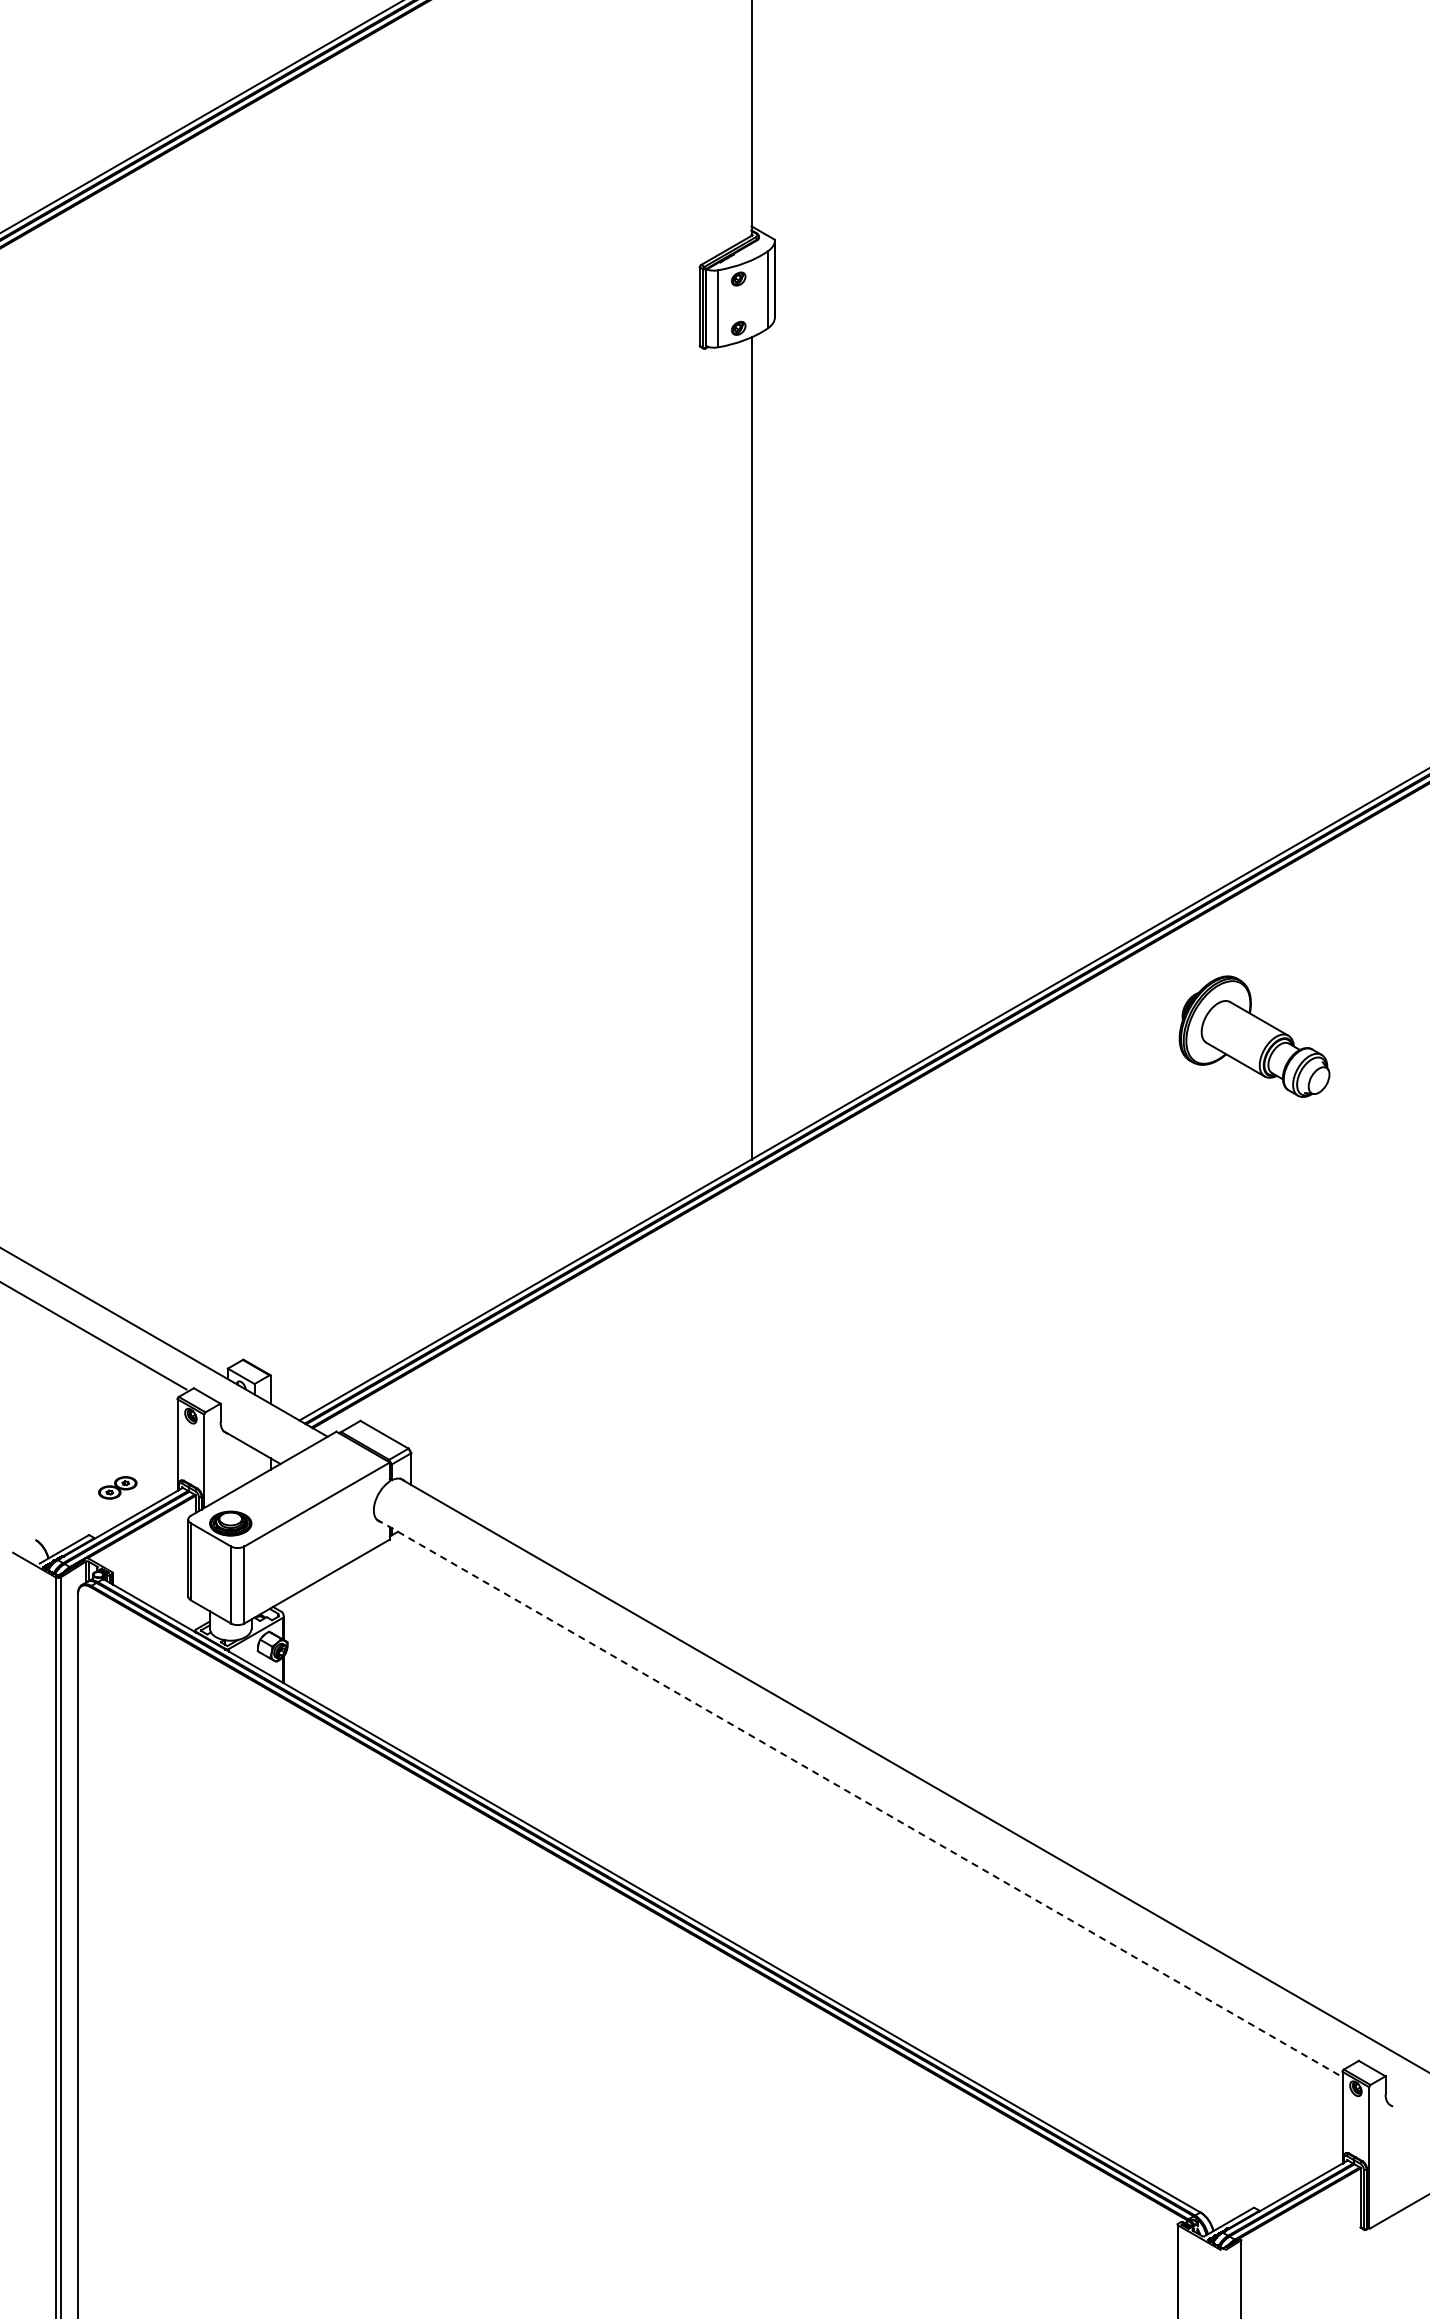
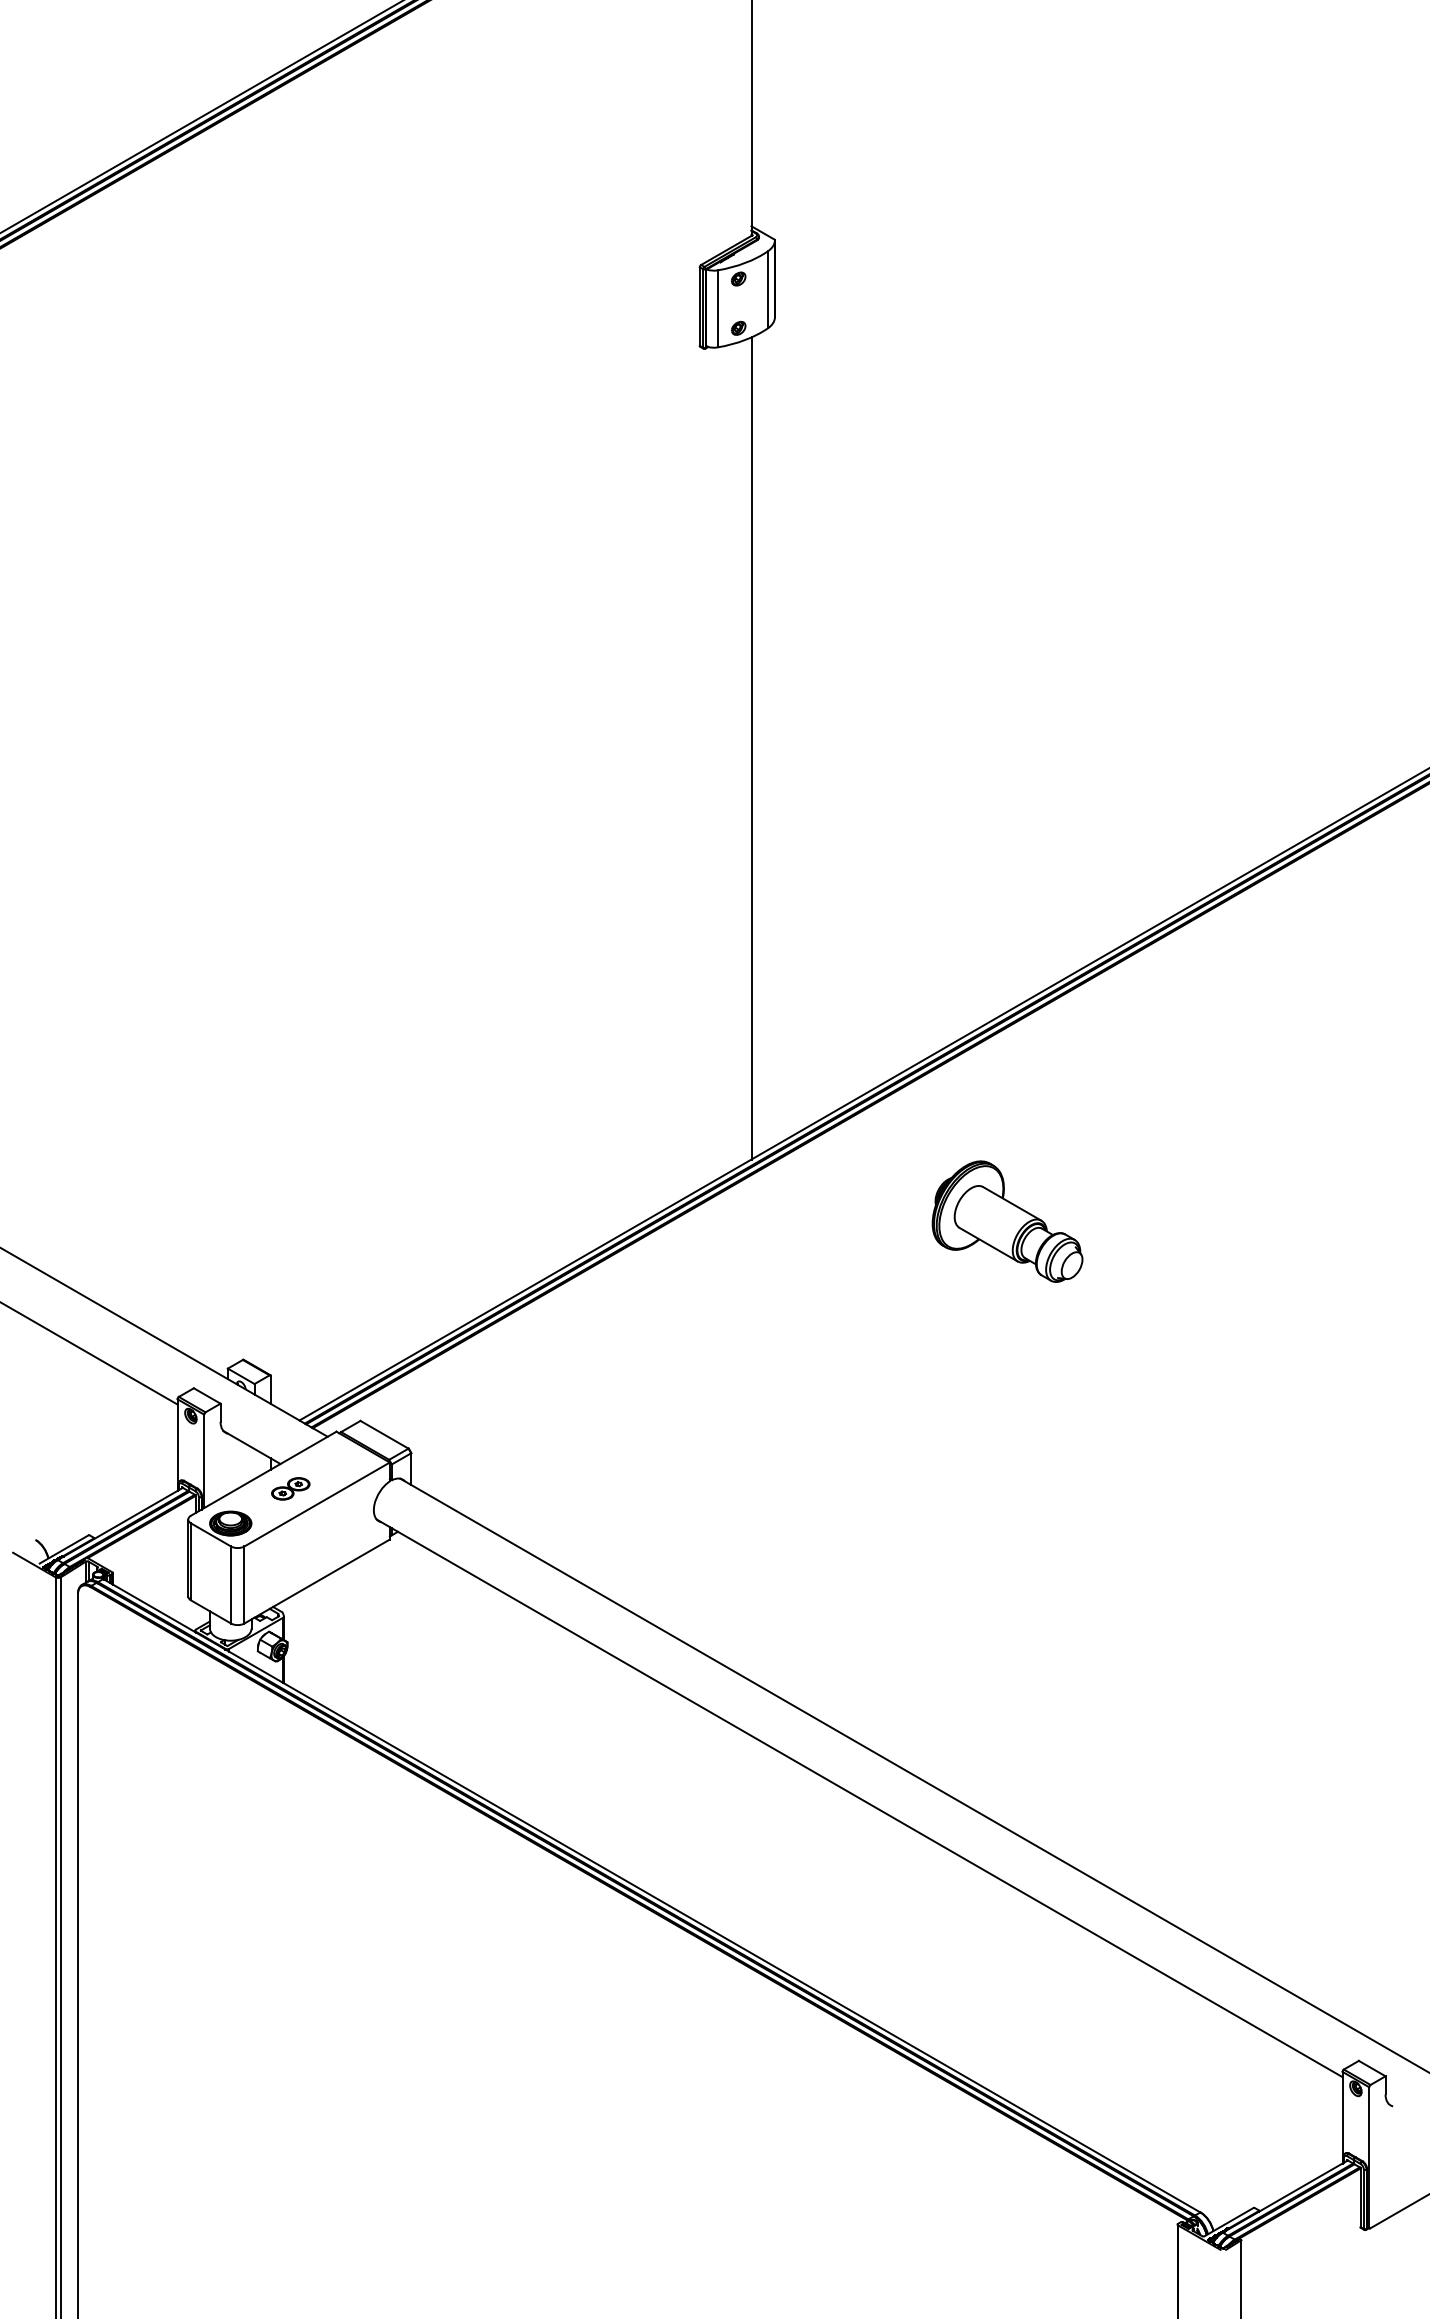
part at (1254, 1036) position: (1254, 1036) -> (1007, 1221)
line at (94, 1336) position: (94, 1336) -> (89, 1353)
part at (117, 1487) position: (117, 1487) -> (290, 1488)
line at (859, 1798): dashed -> solid
